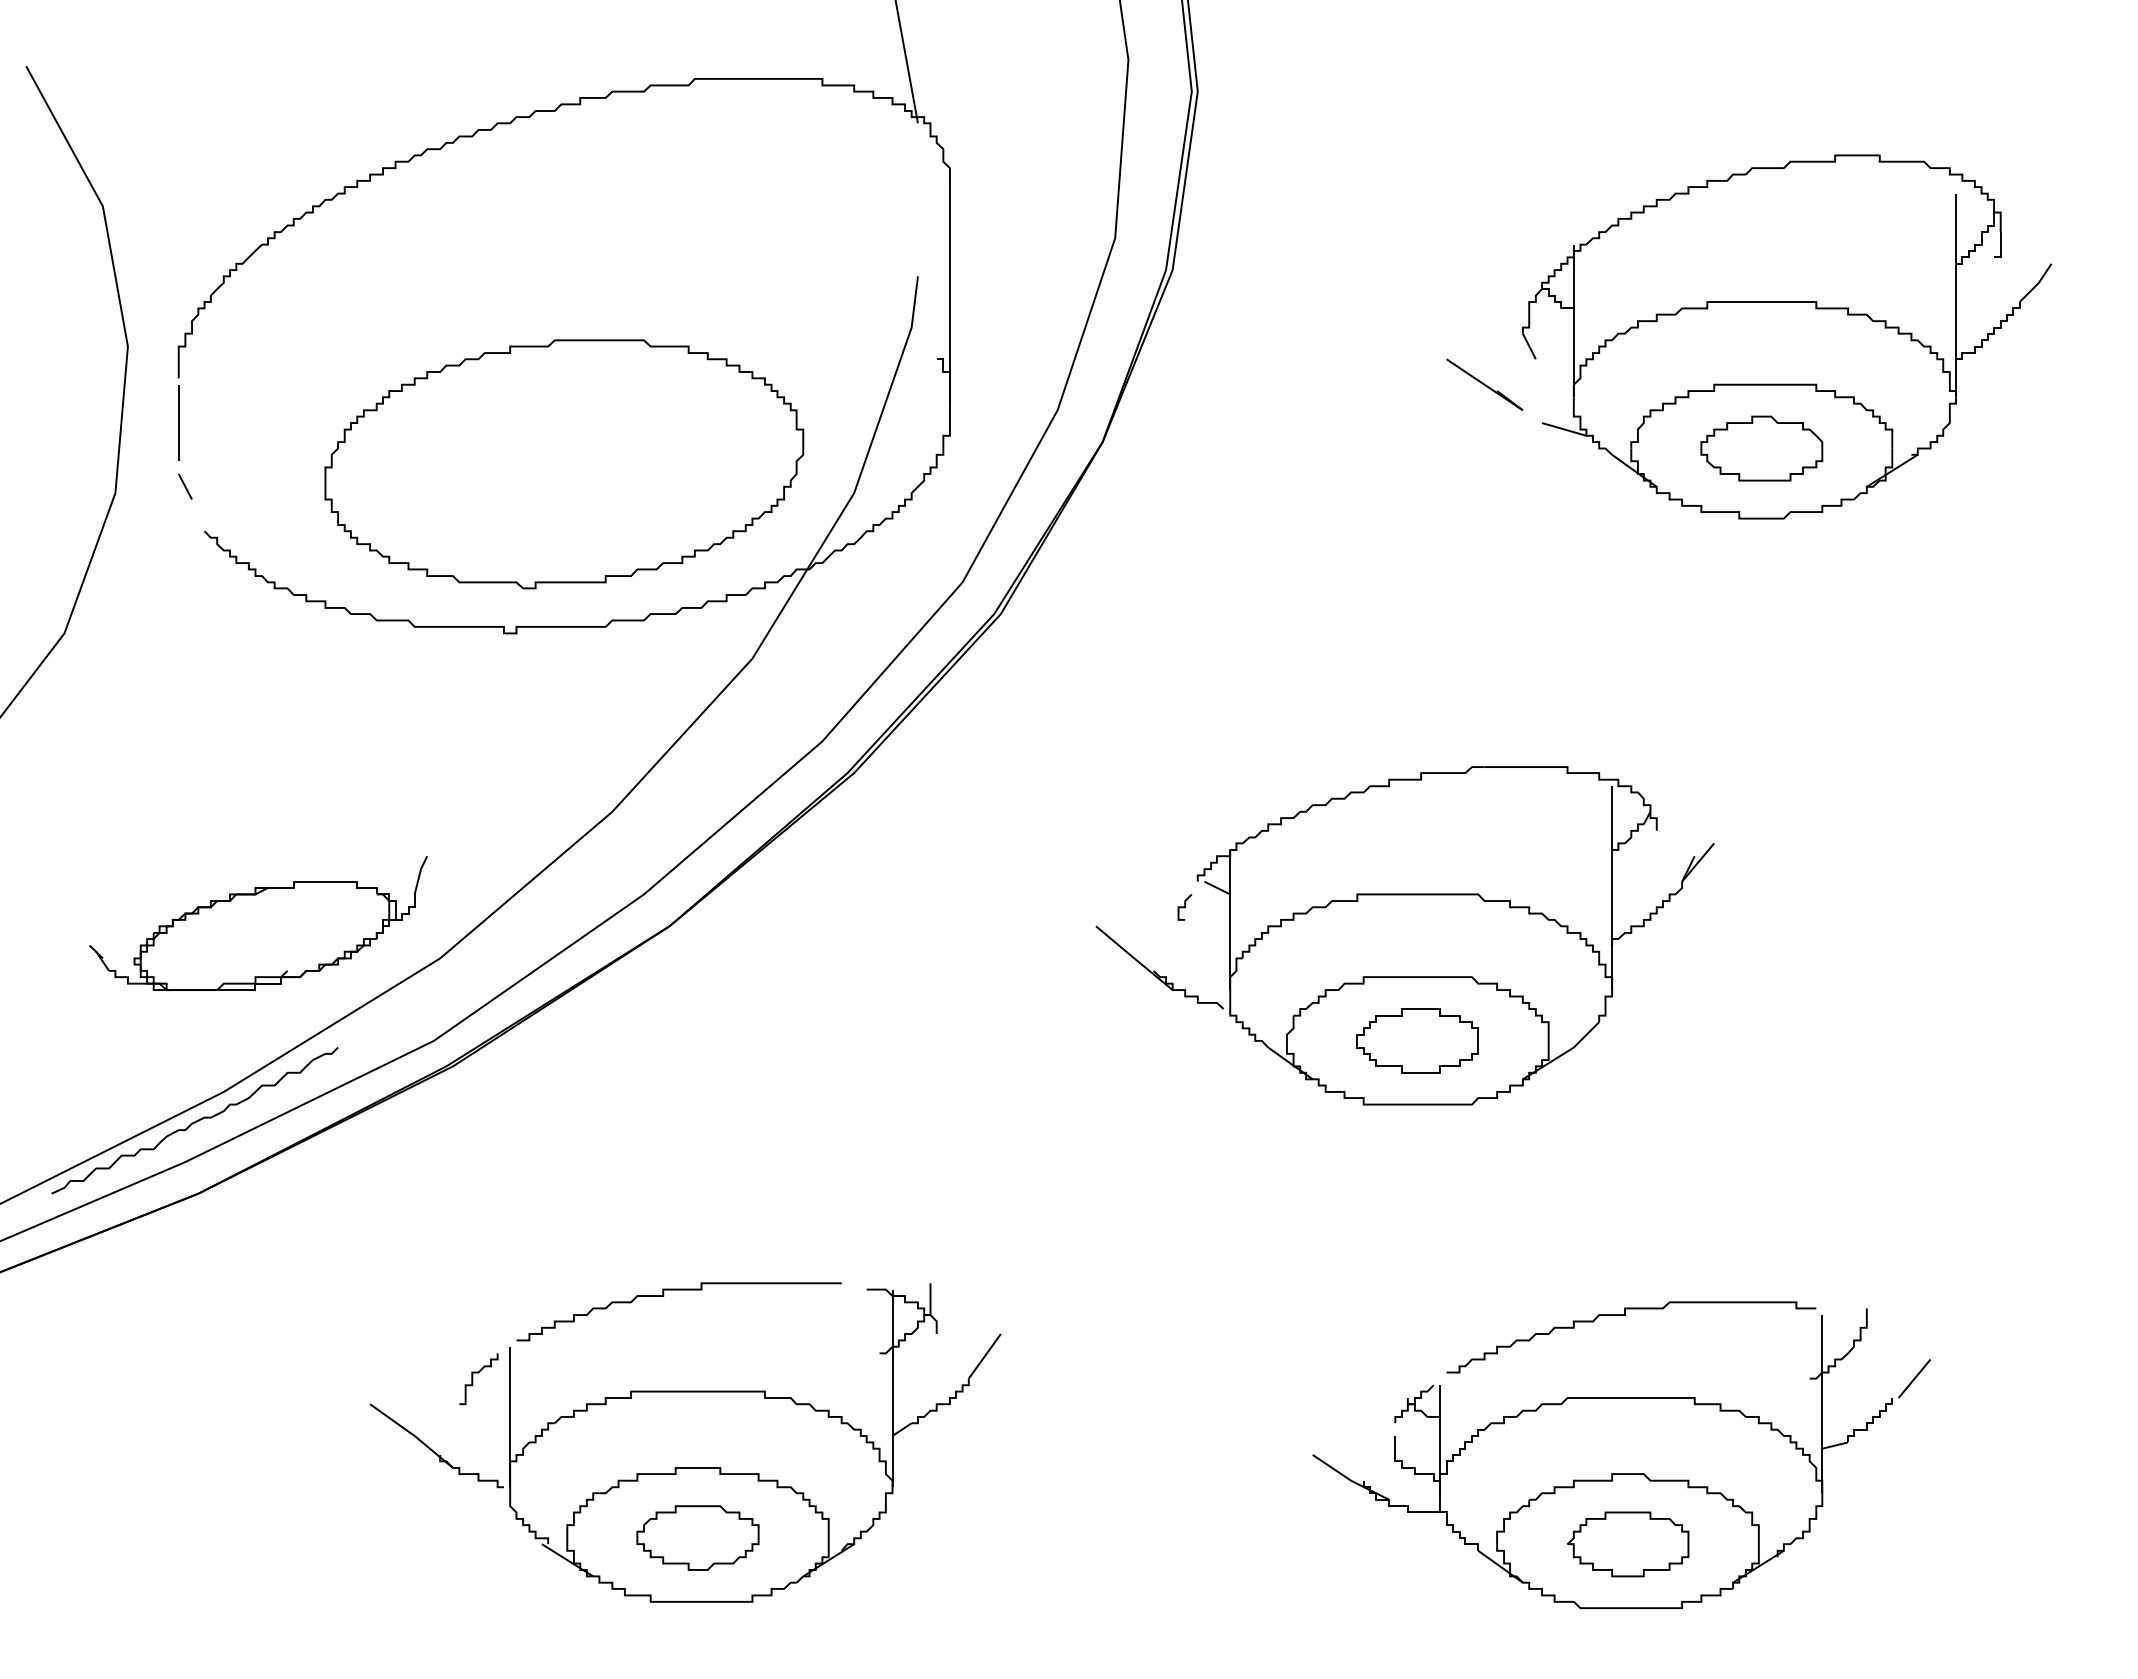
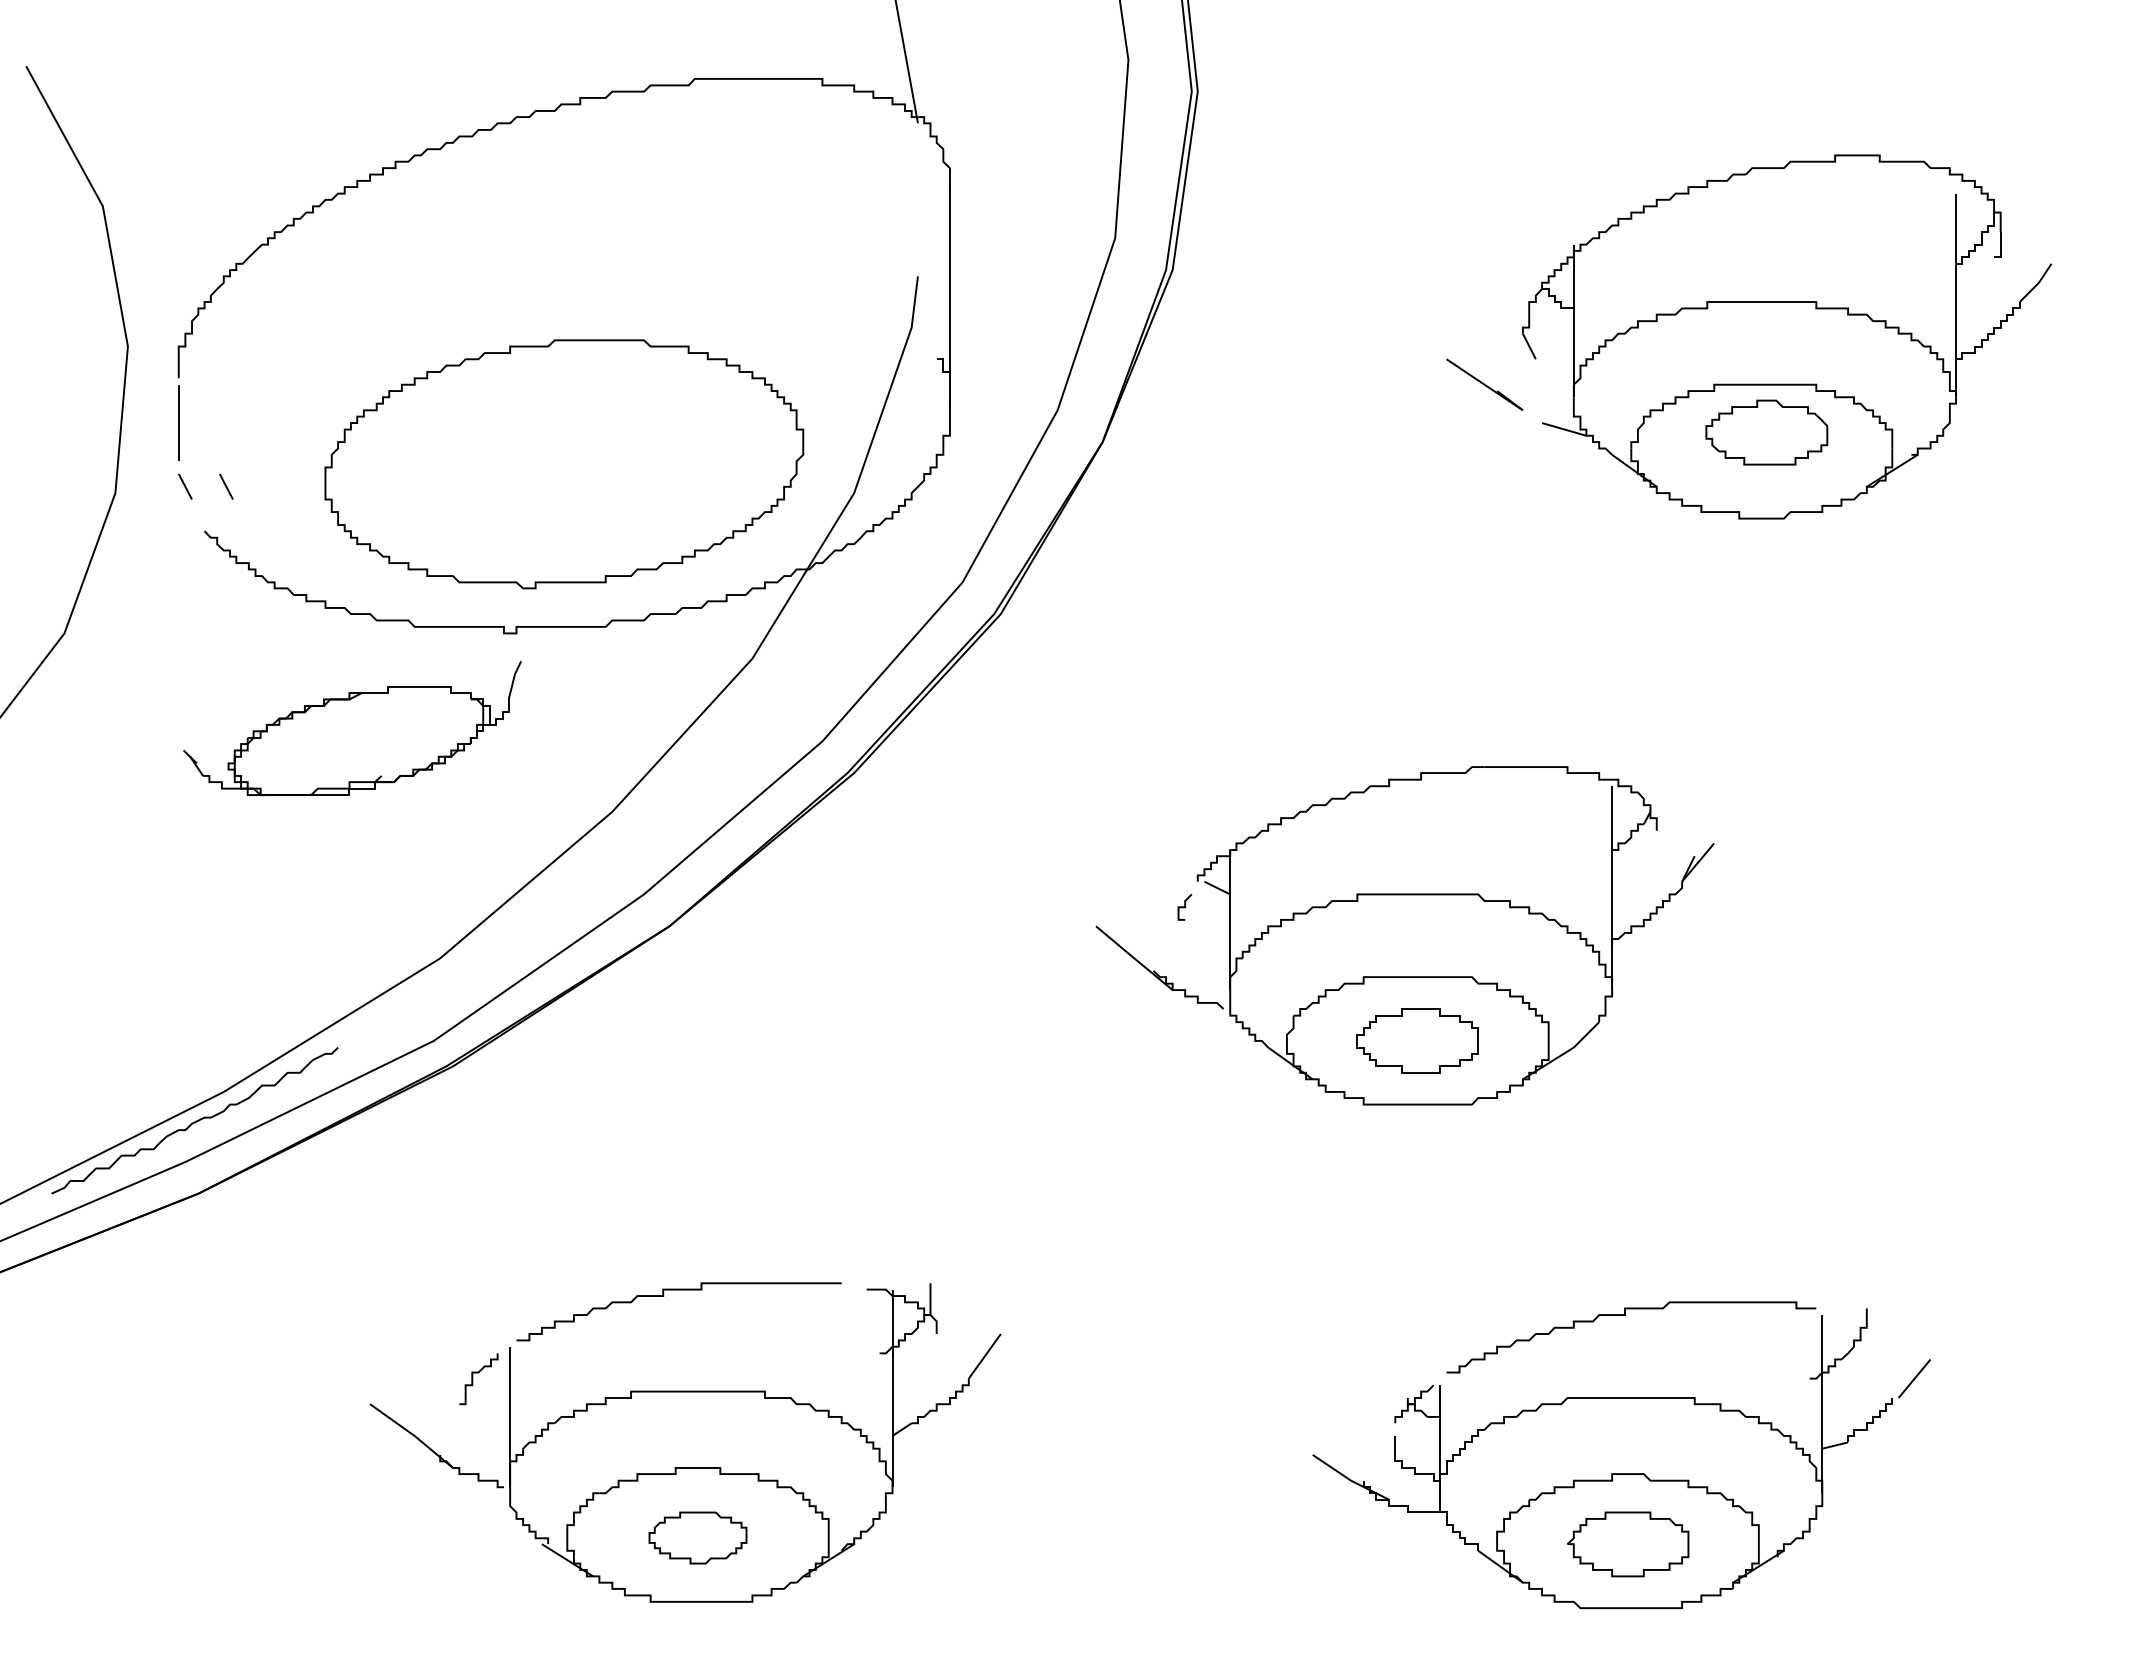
part at (1761, 448) position: (1761, 448) -> (1766, 432)
line at (226, 486): none -> present
part at (258, 923) position: (258, 923) -> (352, 728)
part at (697, 1537) size: 124x66 px -> 100x54 px
